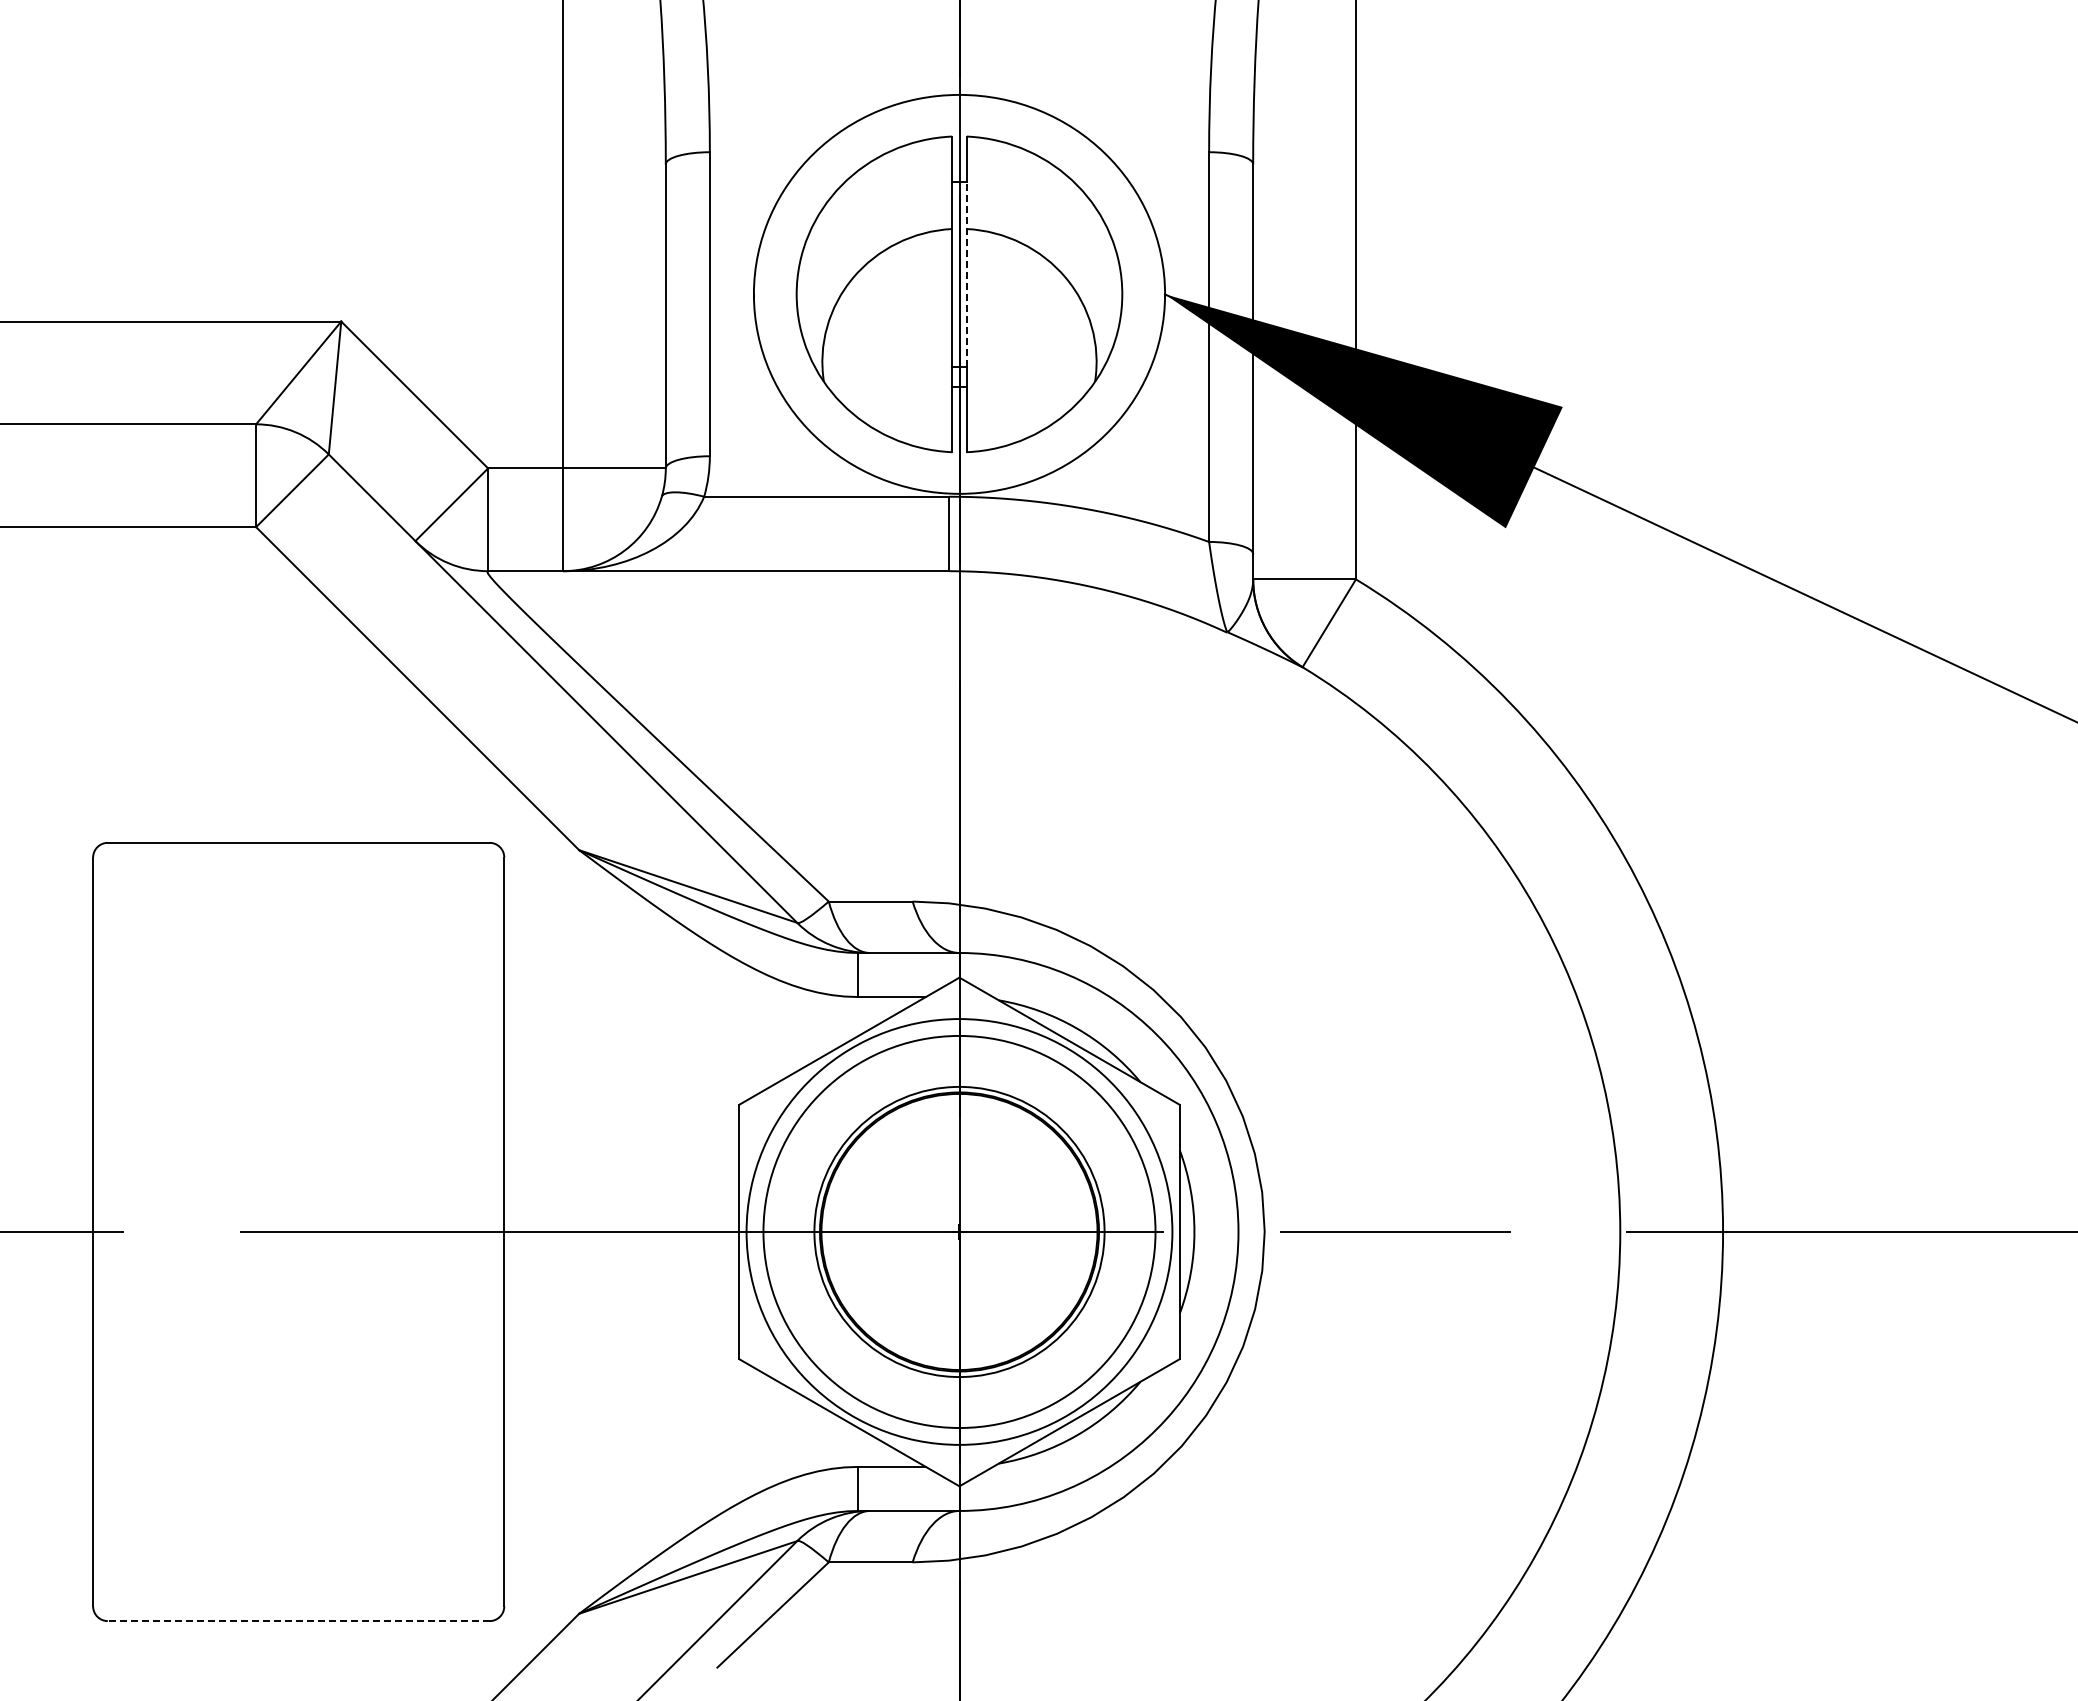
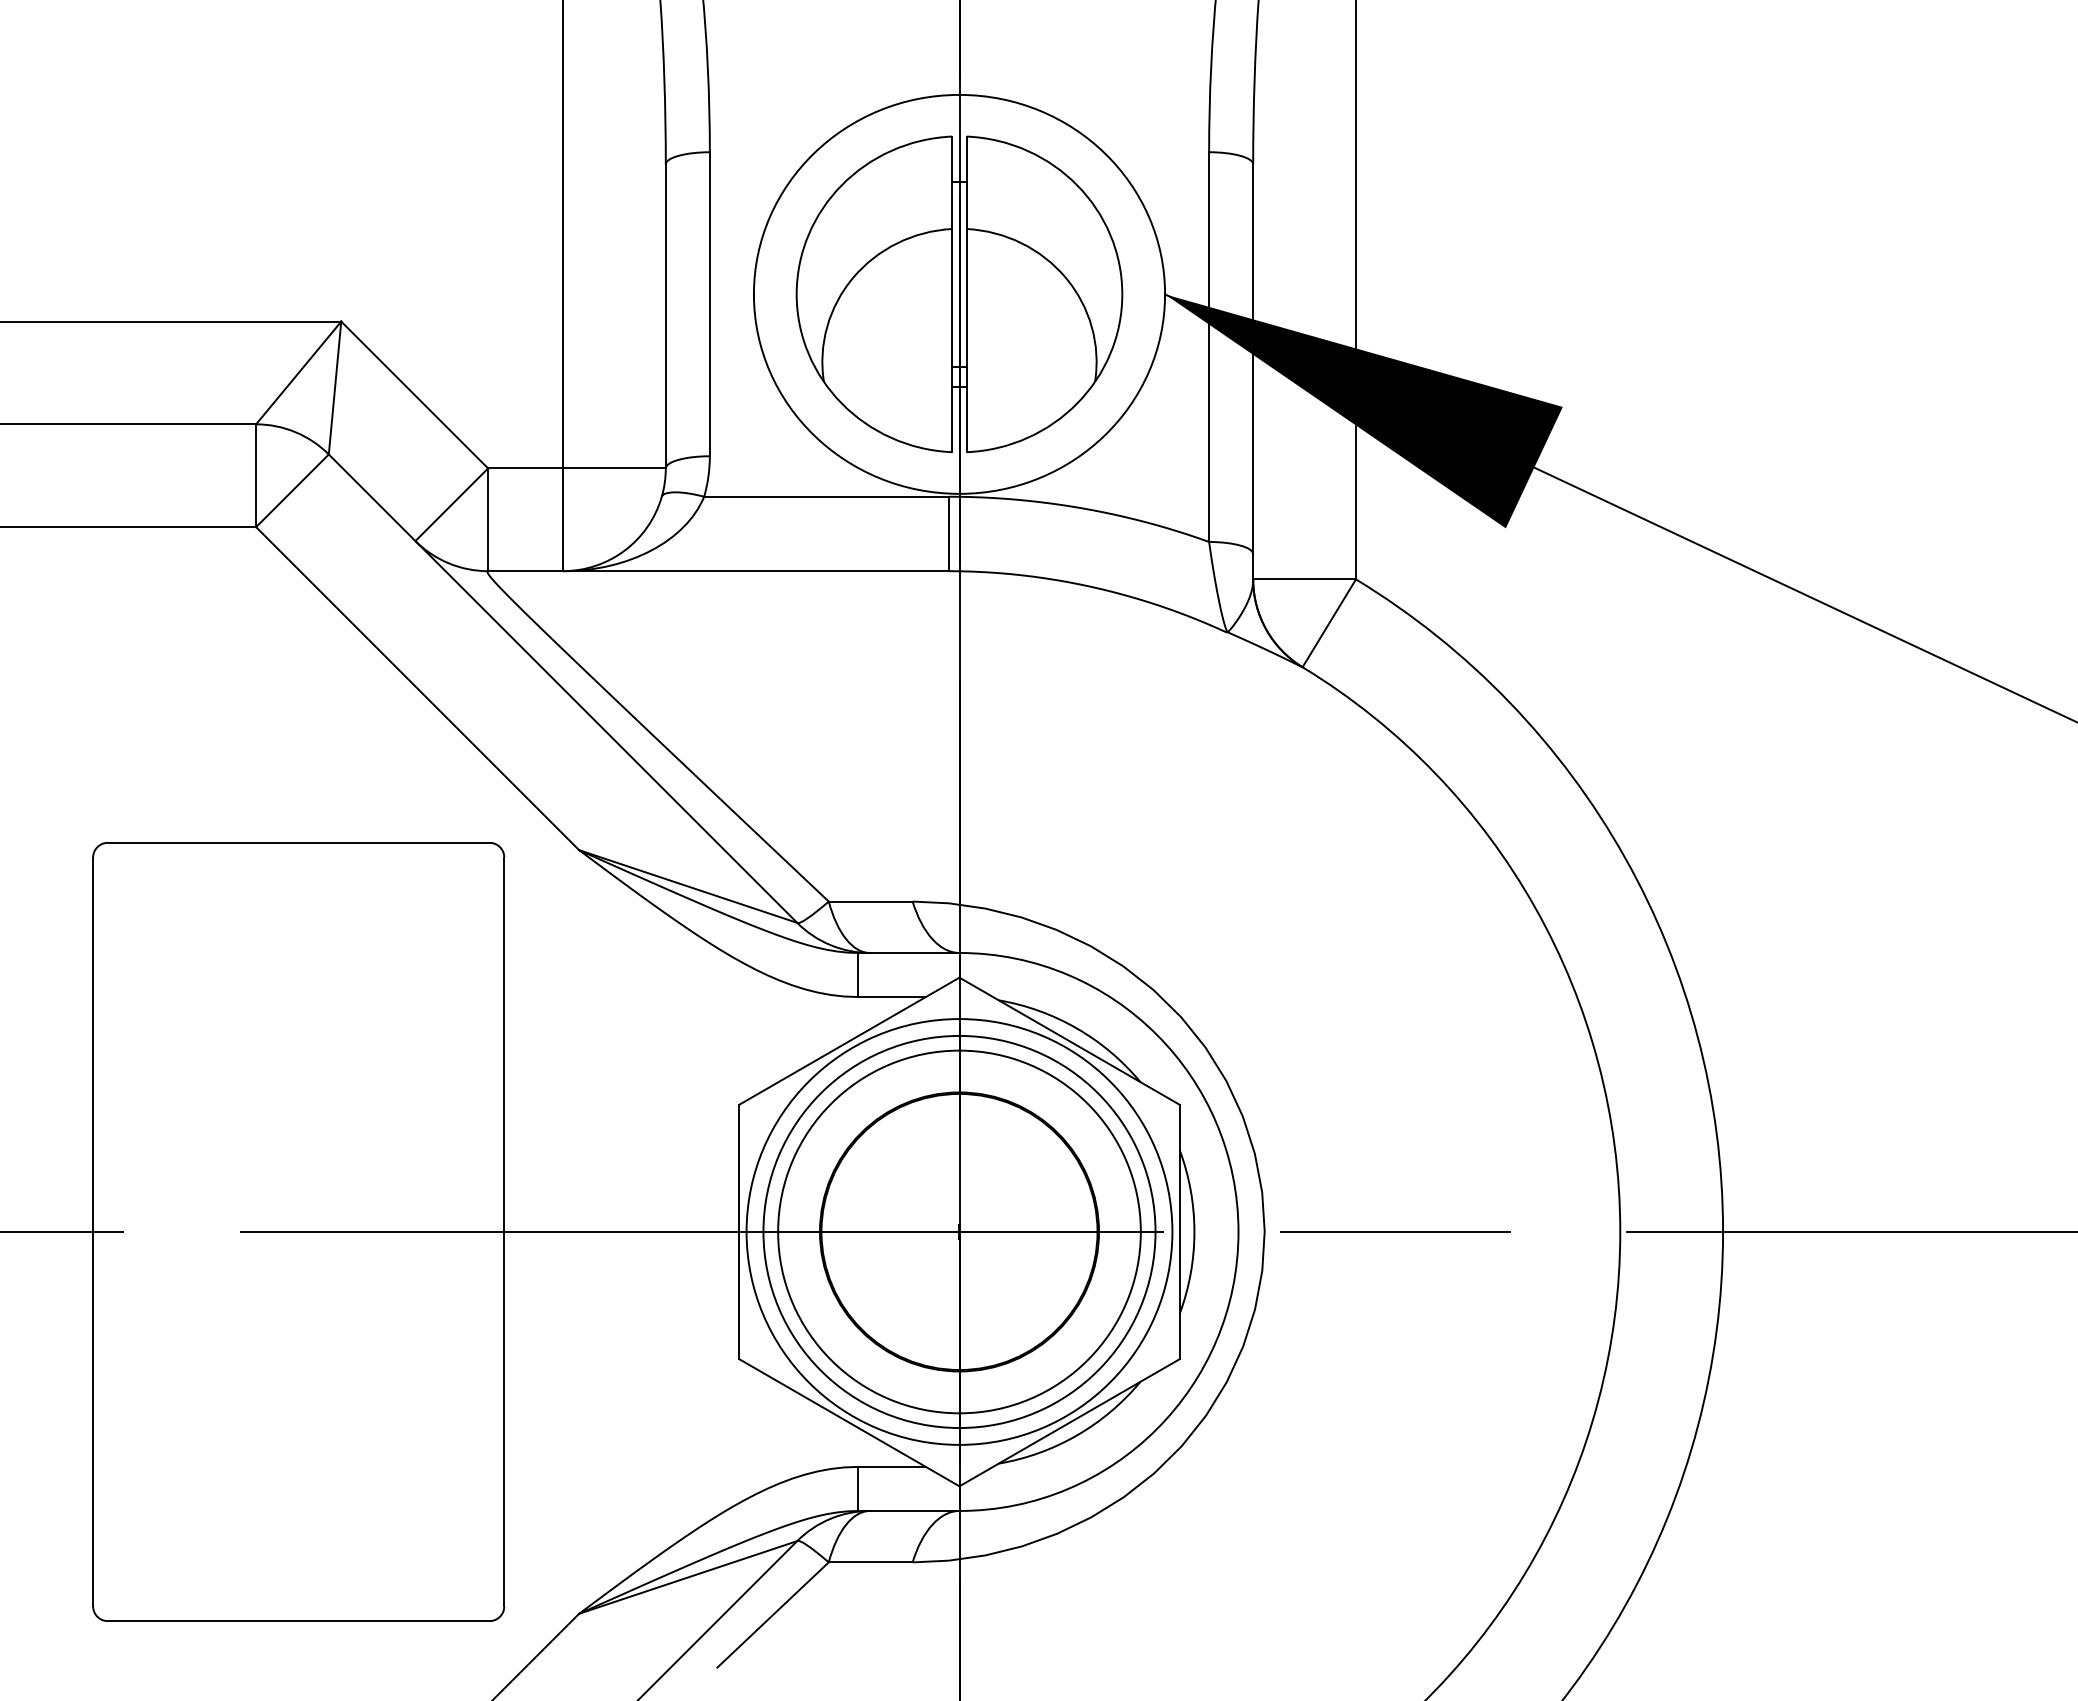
line at (966, 274): dashed -> solid
circle at (959, 1231) diameter: 290 px -> 363 px
line at (298, 1621): dashed -> solid
